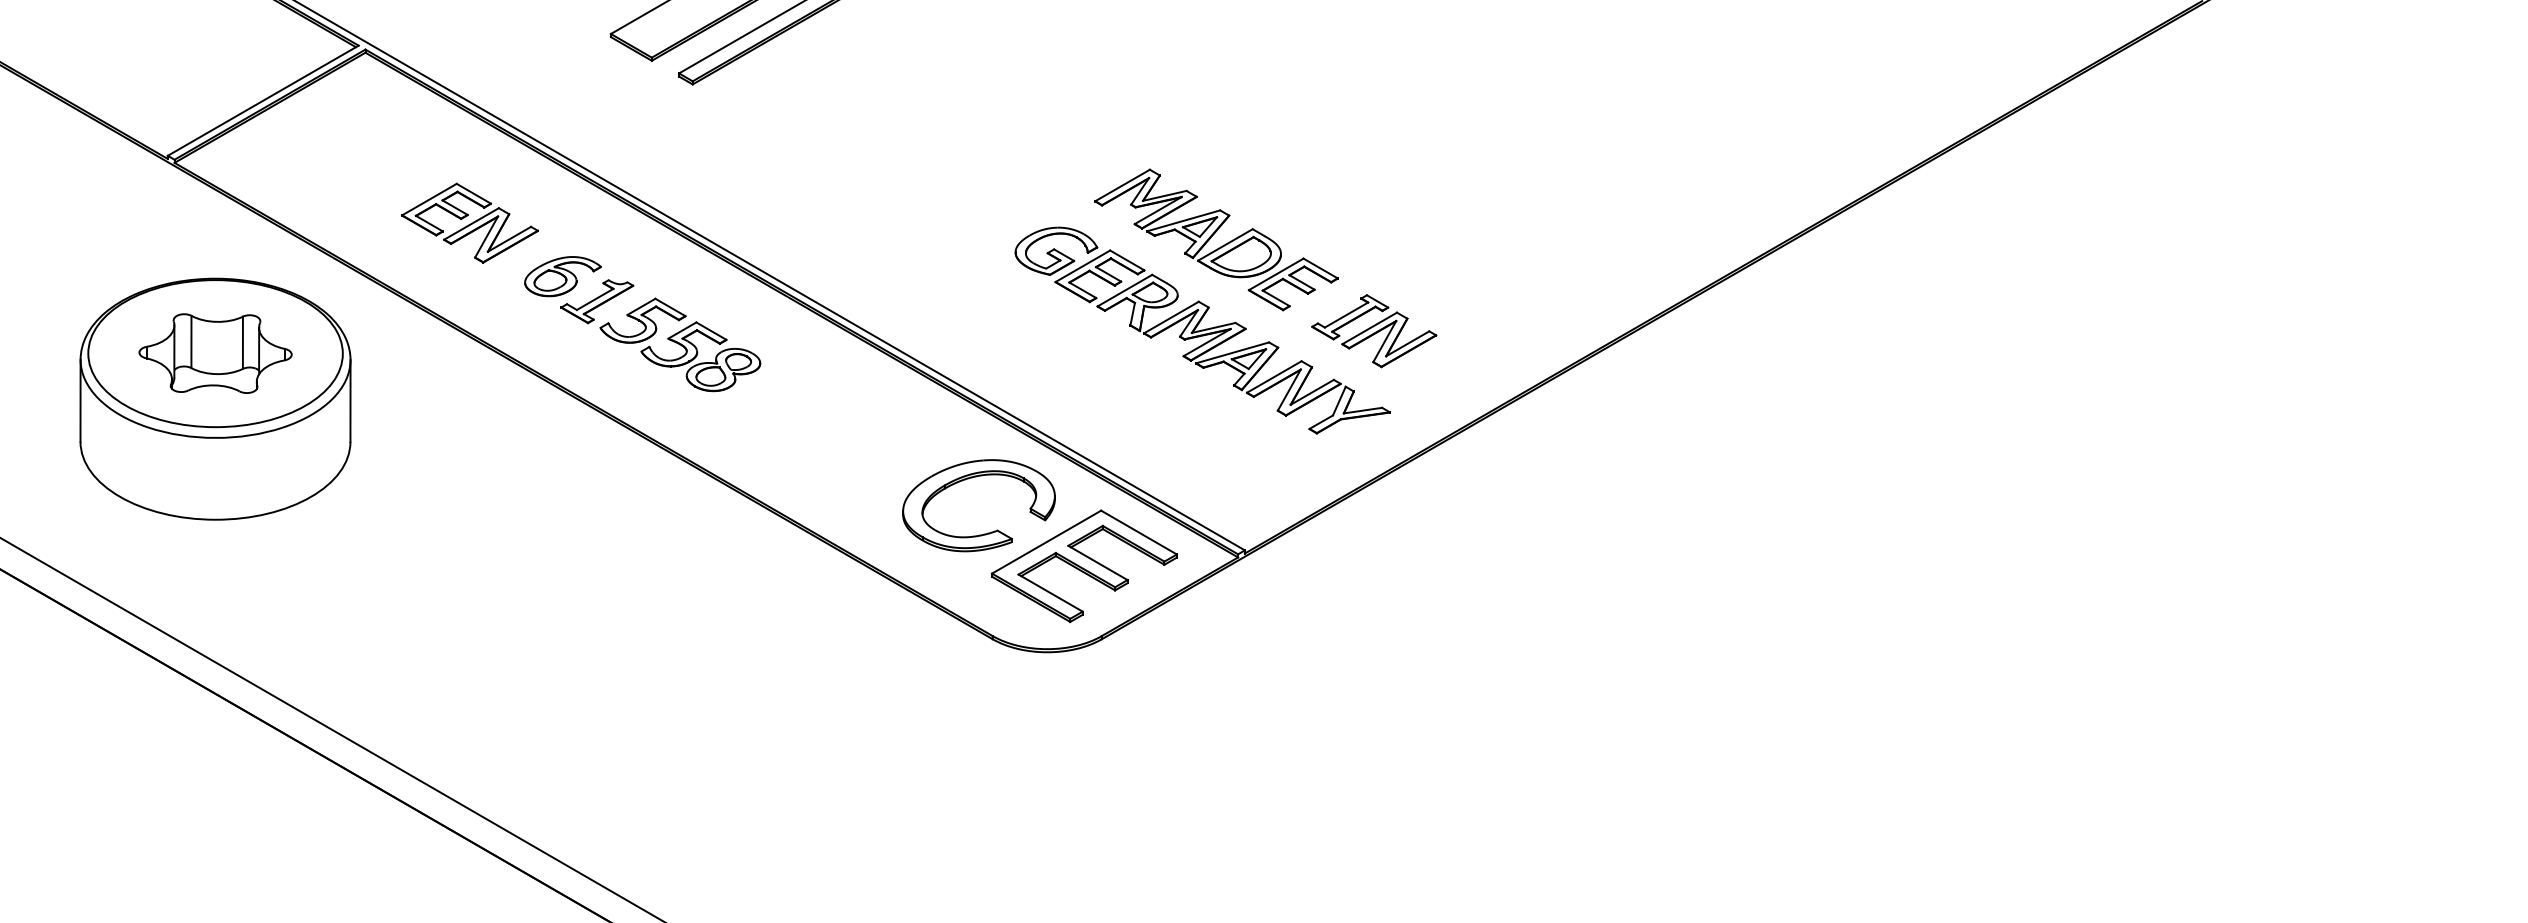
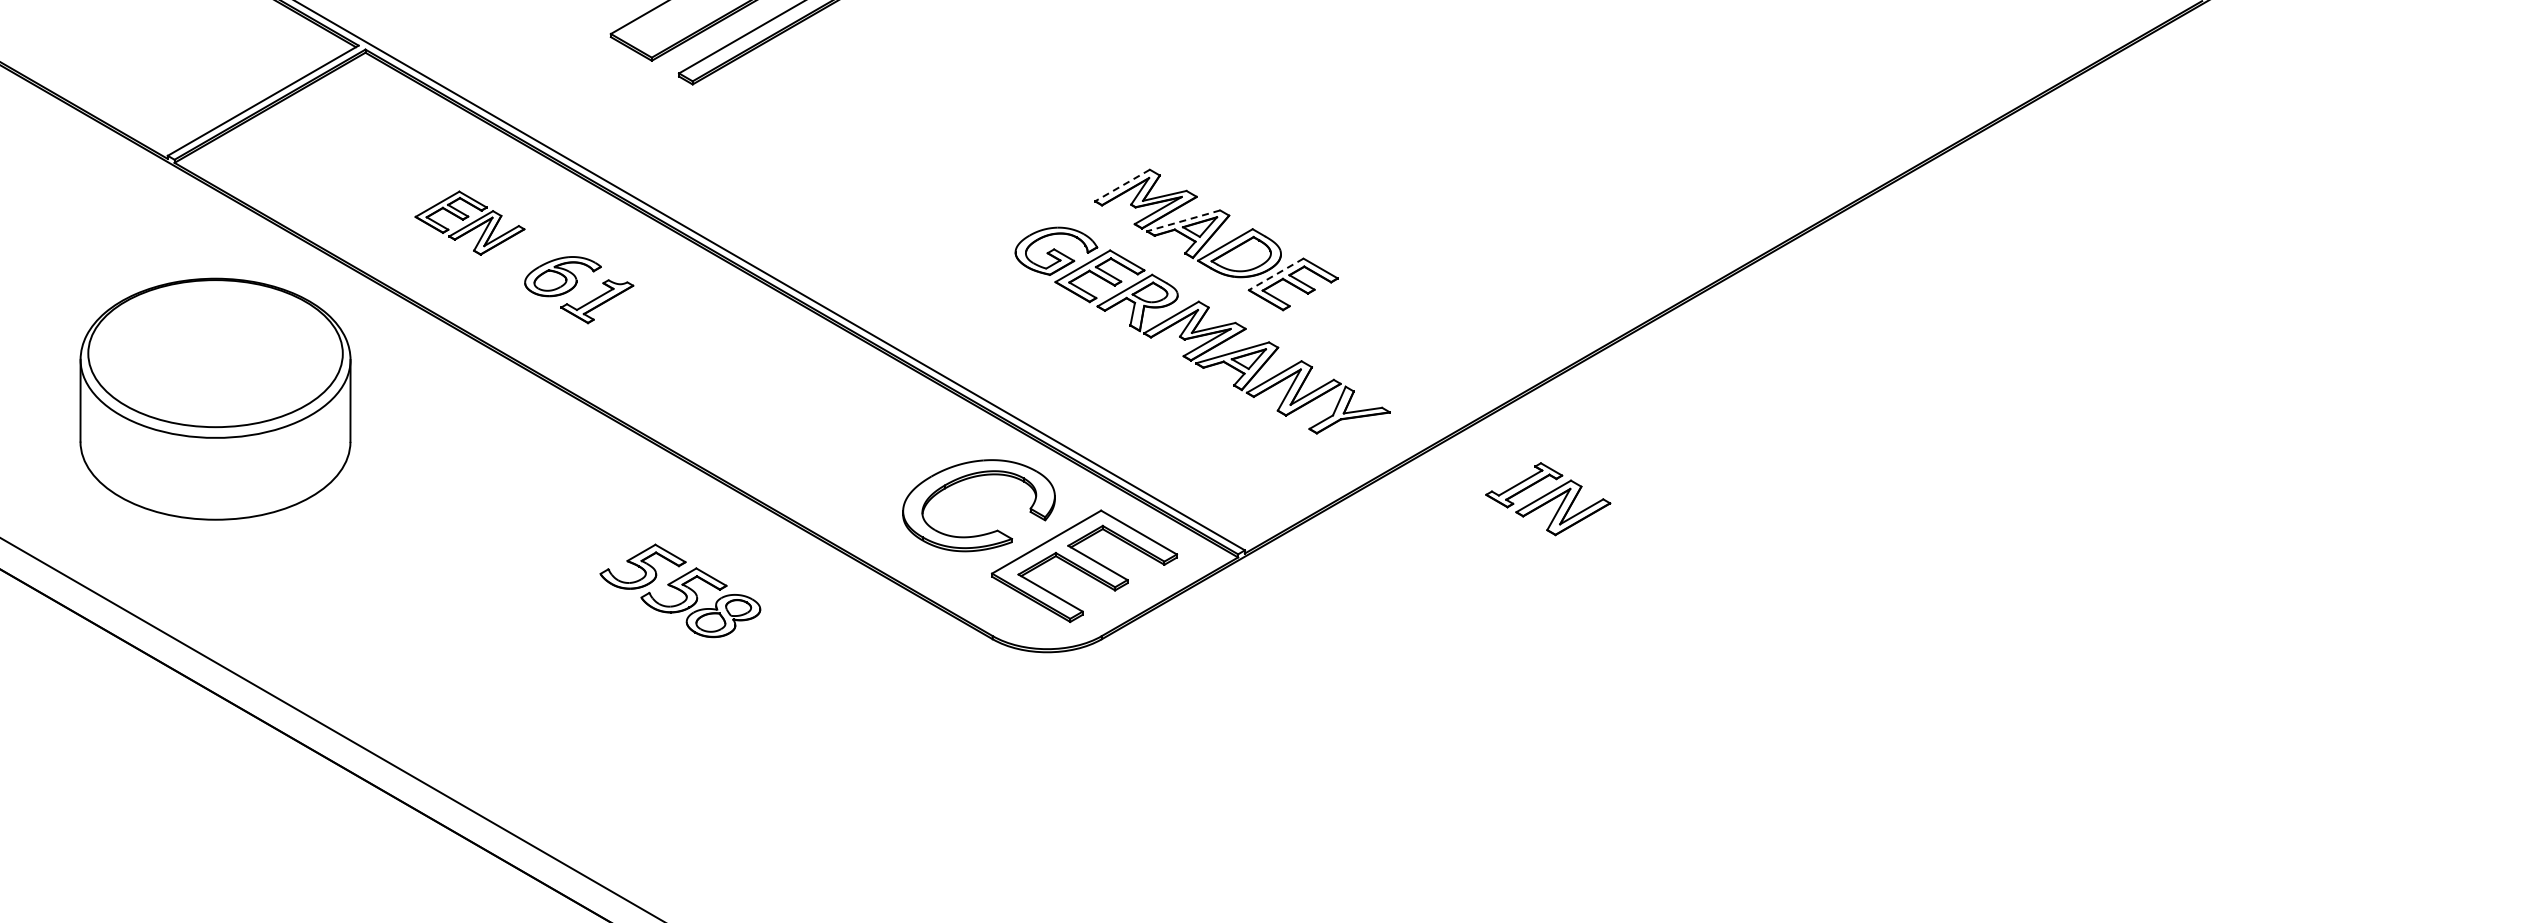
line at (1122, 185): solid -> dashed
line at (1183, 220): solid -> dashed
part at (469, 222) size: 138x82 px -> 112x66 px
line at (1275, 274): solid -> dashed
part at (1374, 331) position: (1374, 331) -> (1548, 499)
part at (680, 344) position: (680, 344) -> (680, 590)
part at (215, 353): present -> none
